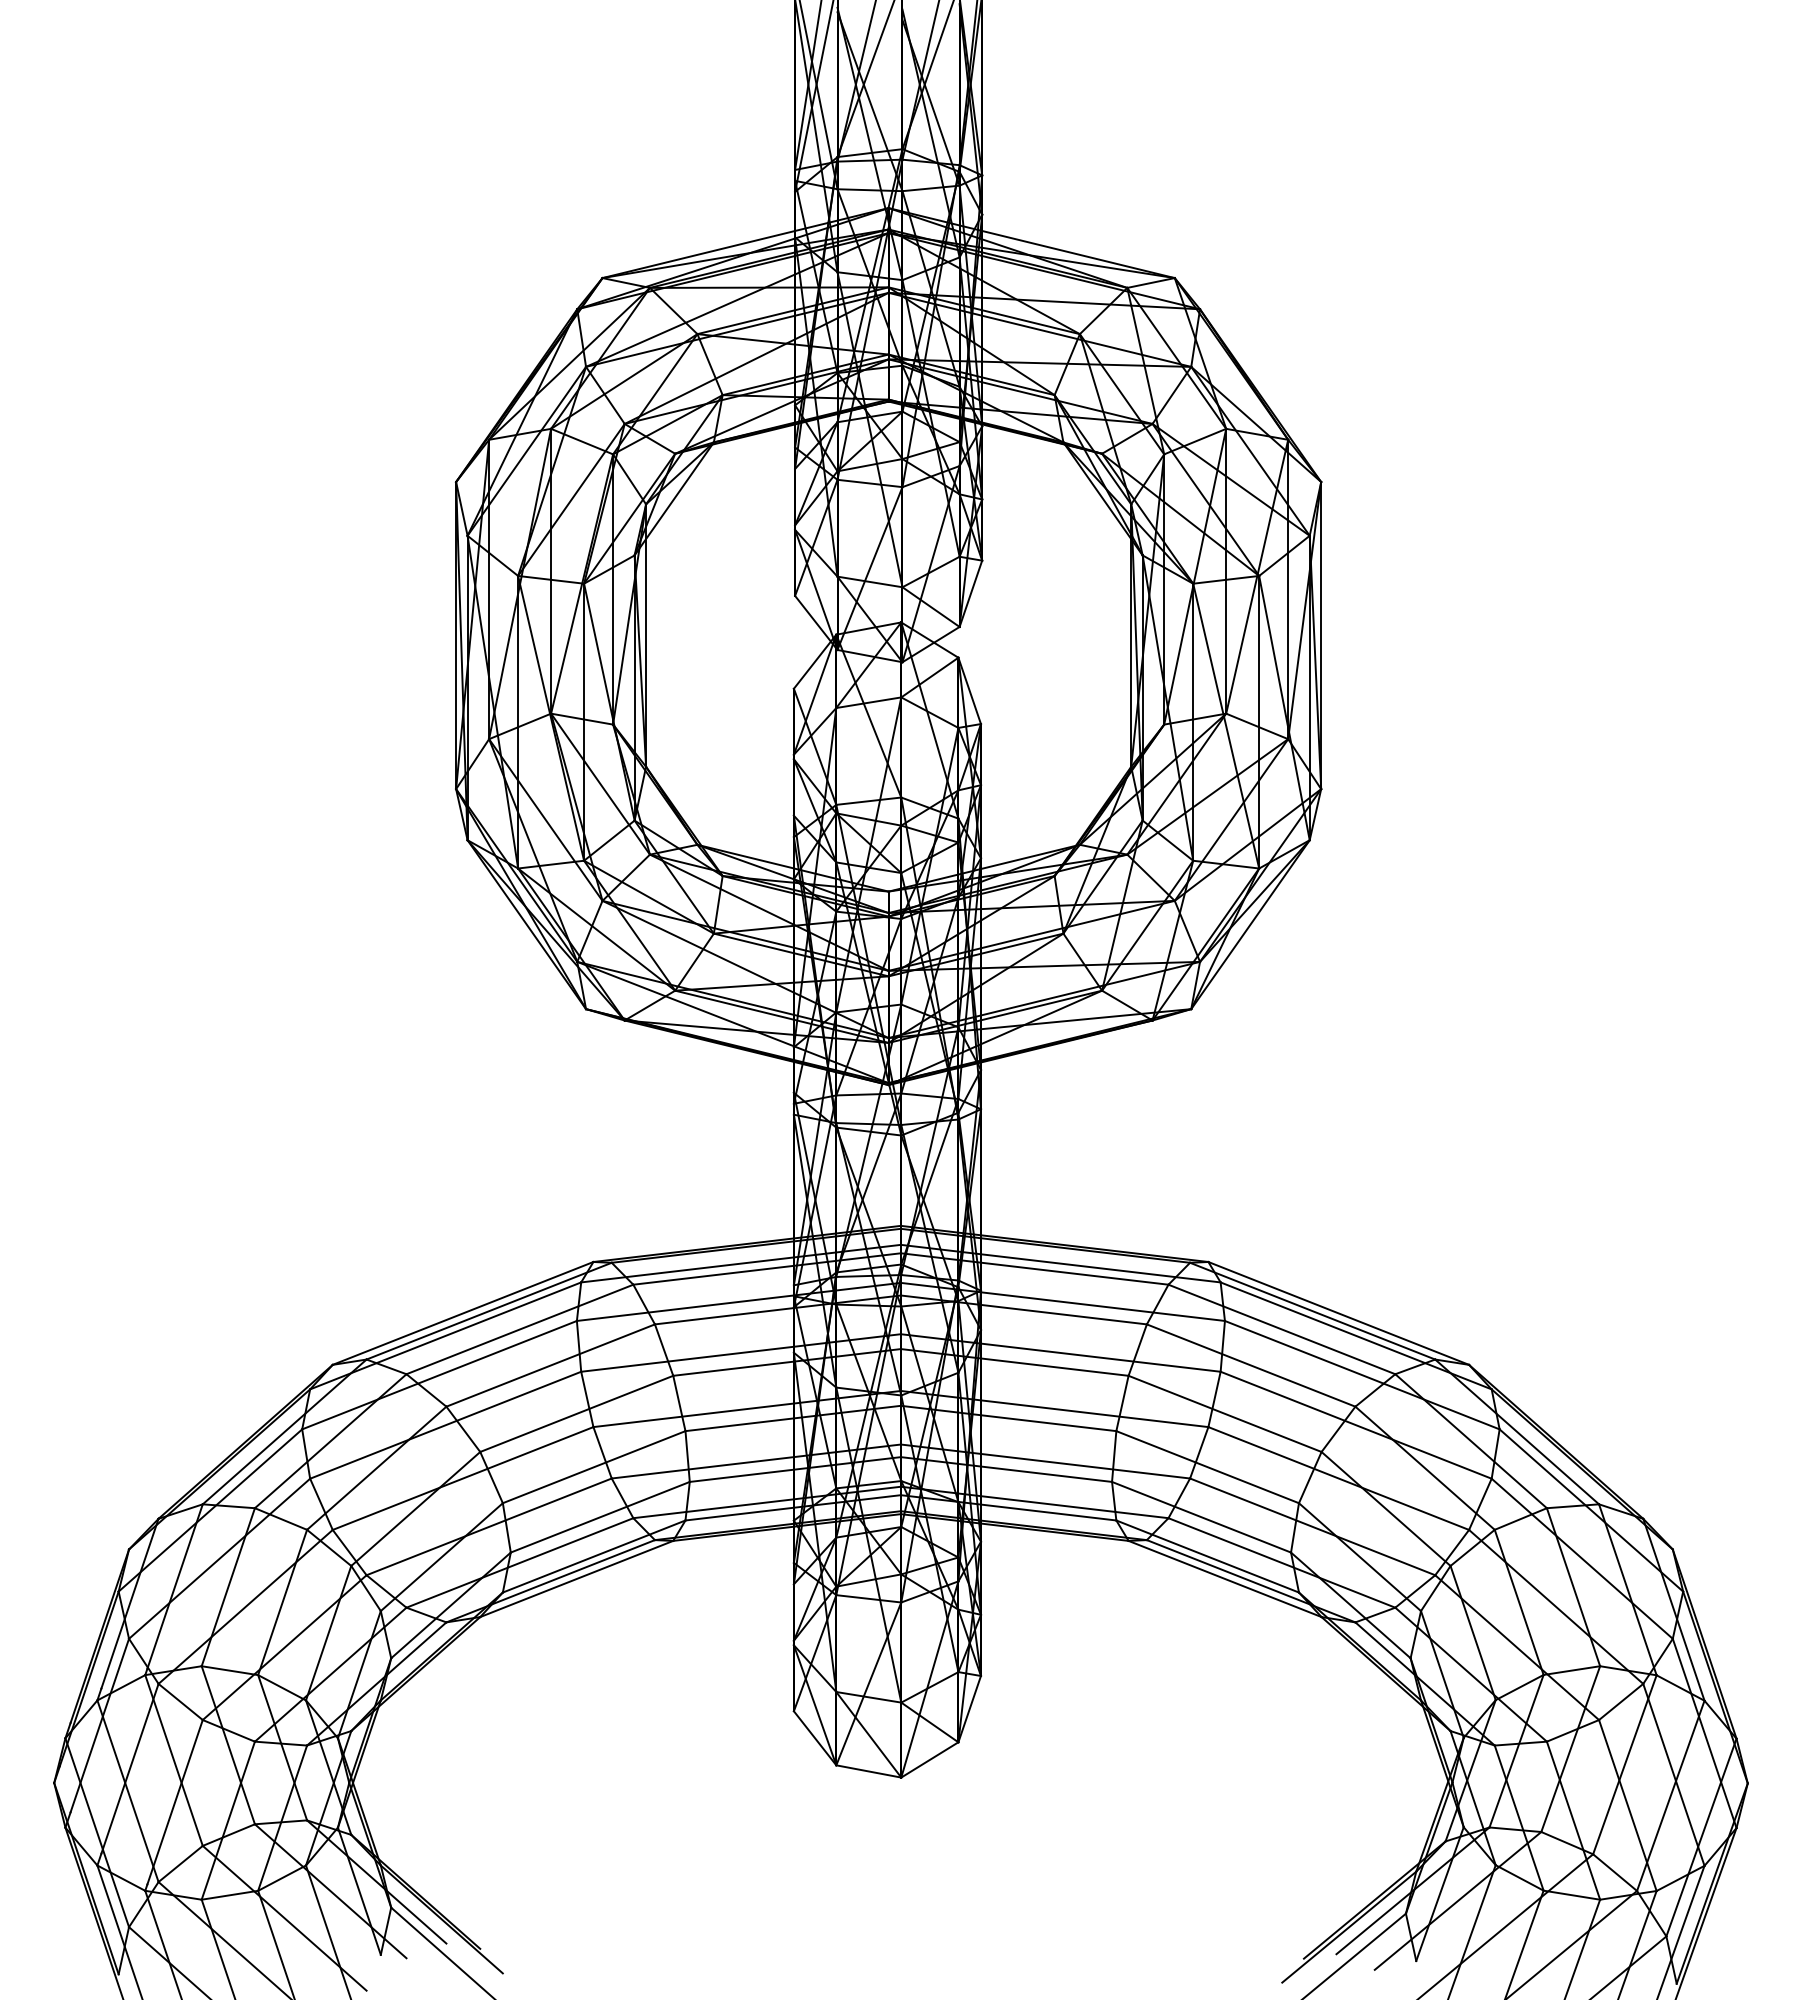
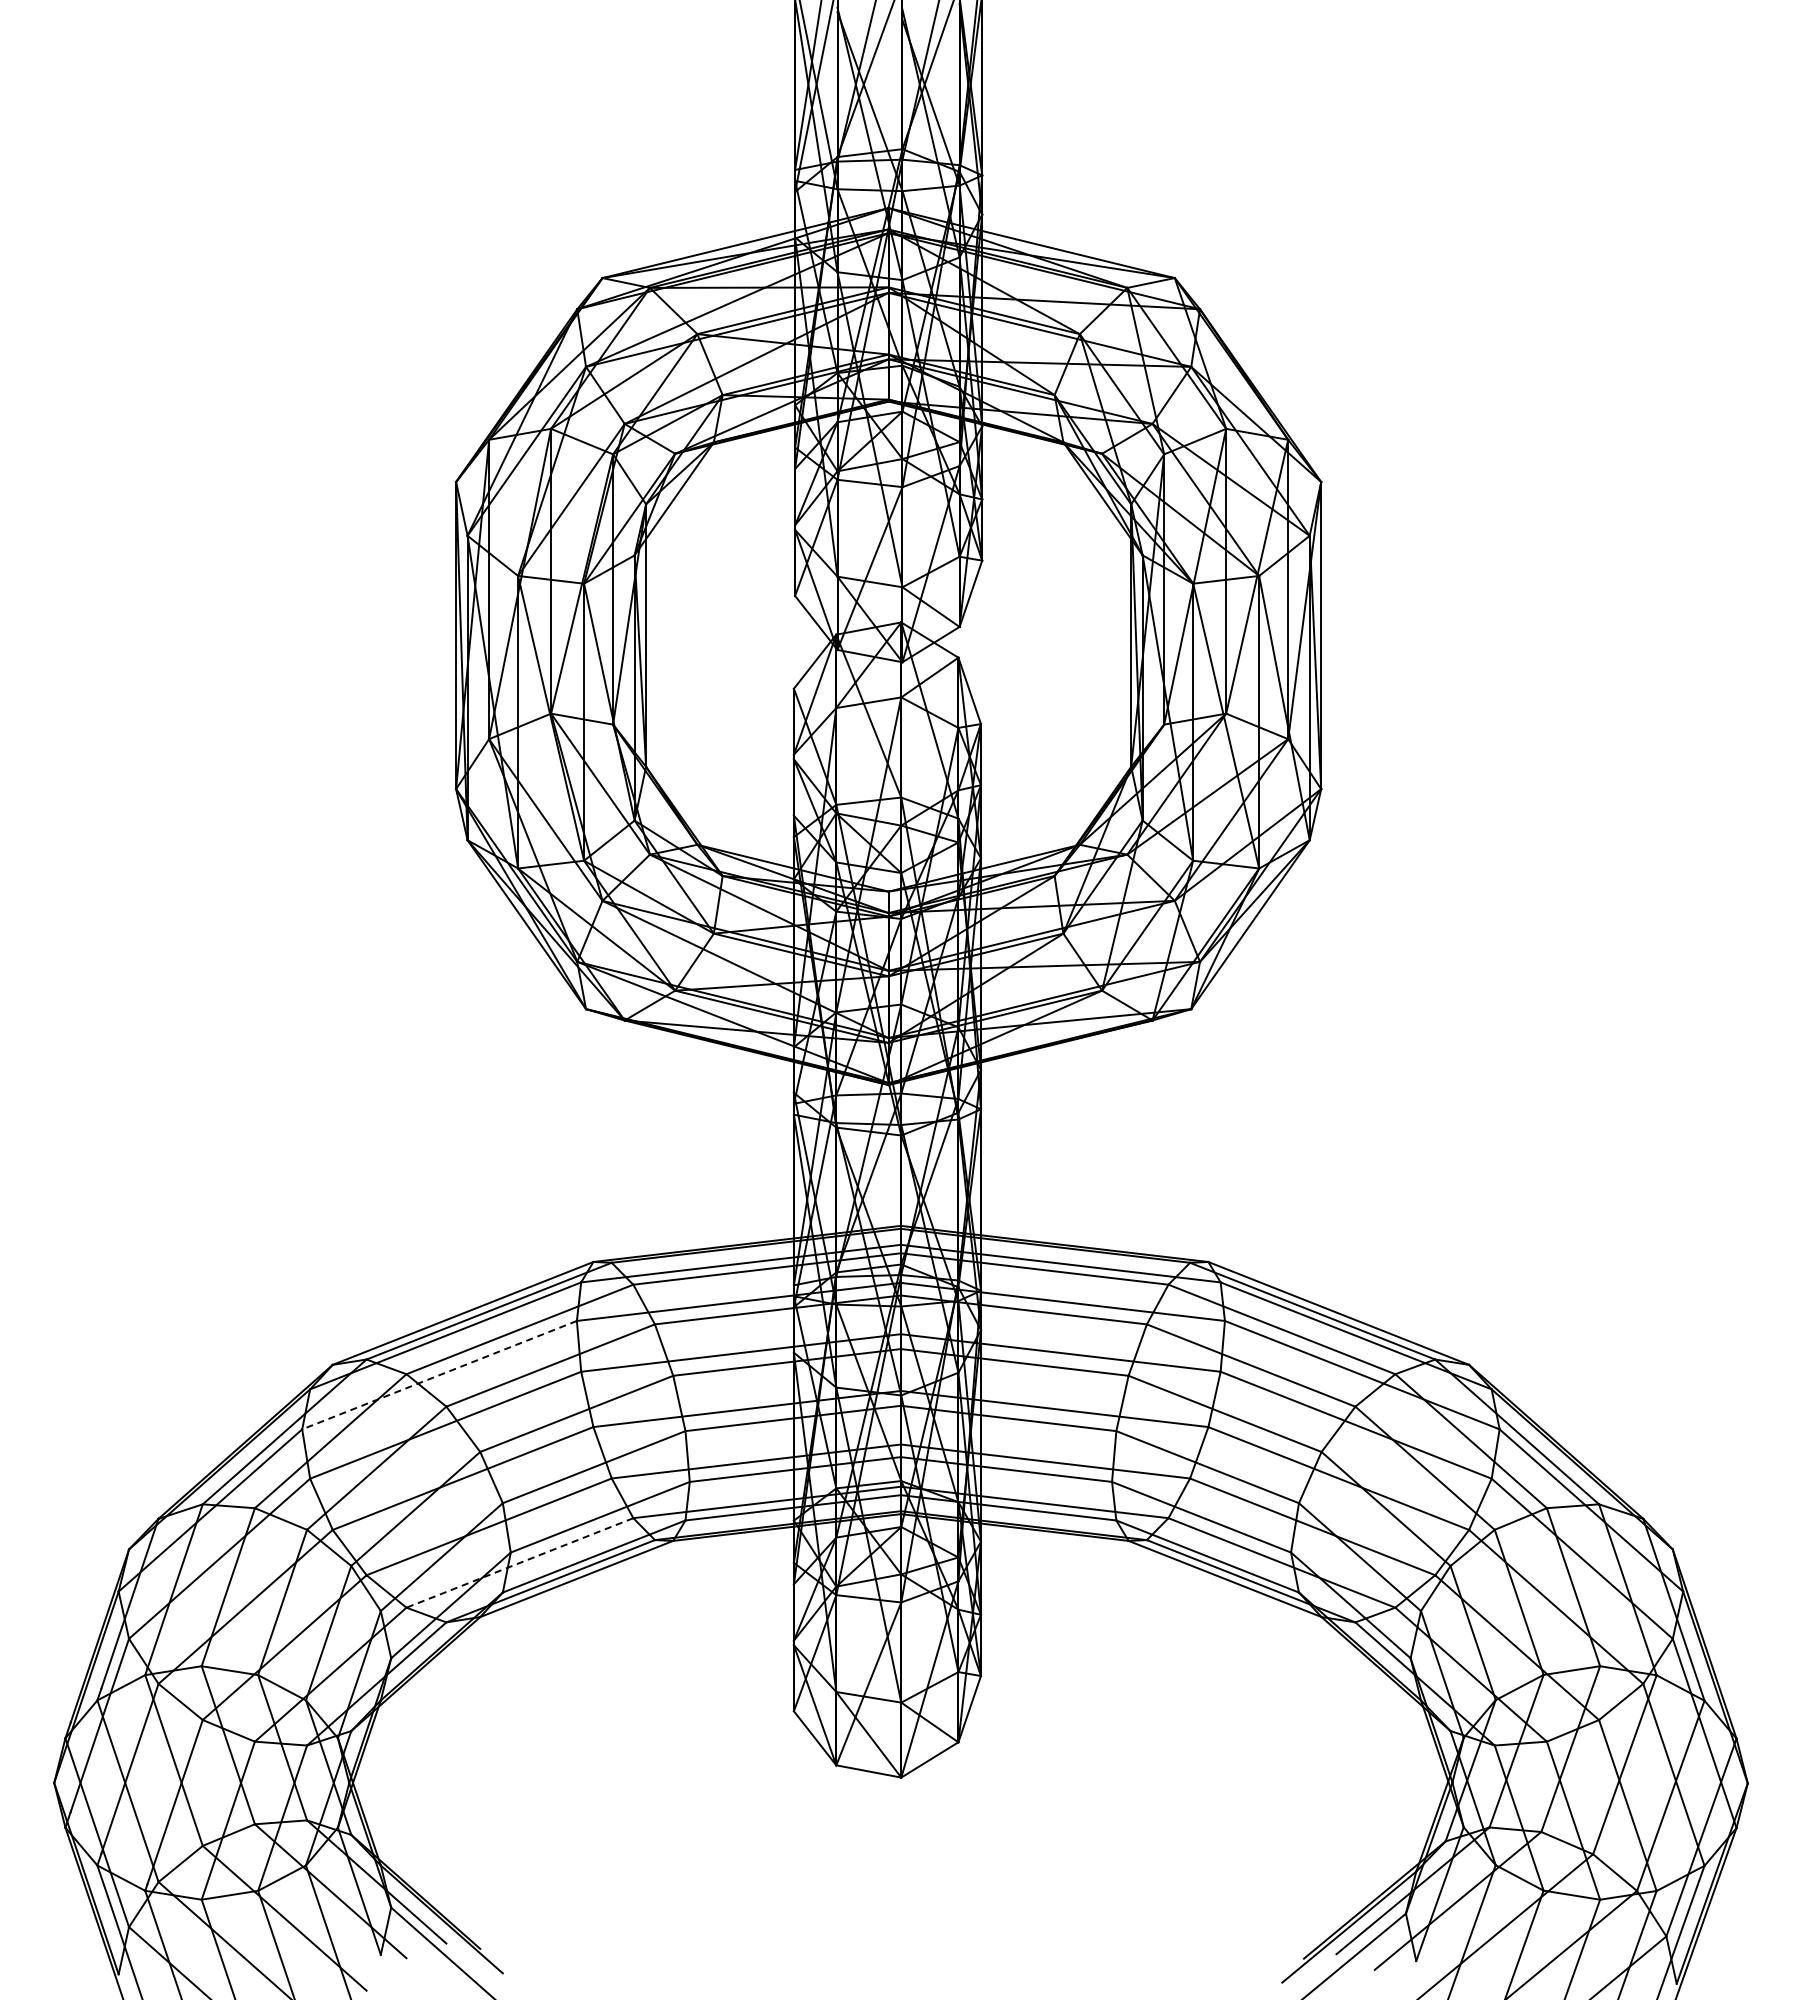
line at (439, 1375): solid -> dashed
line at (519, 1562): solid -> dashed
